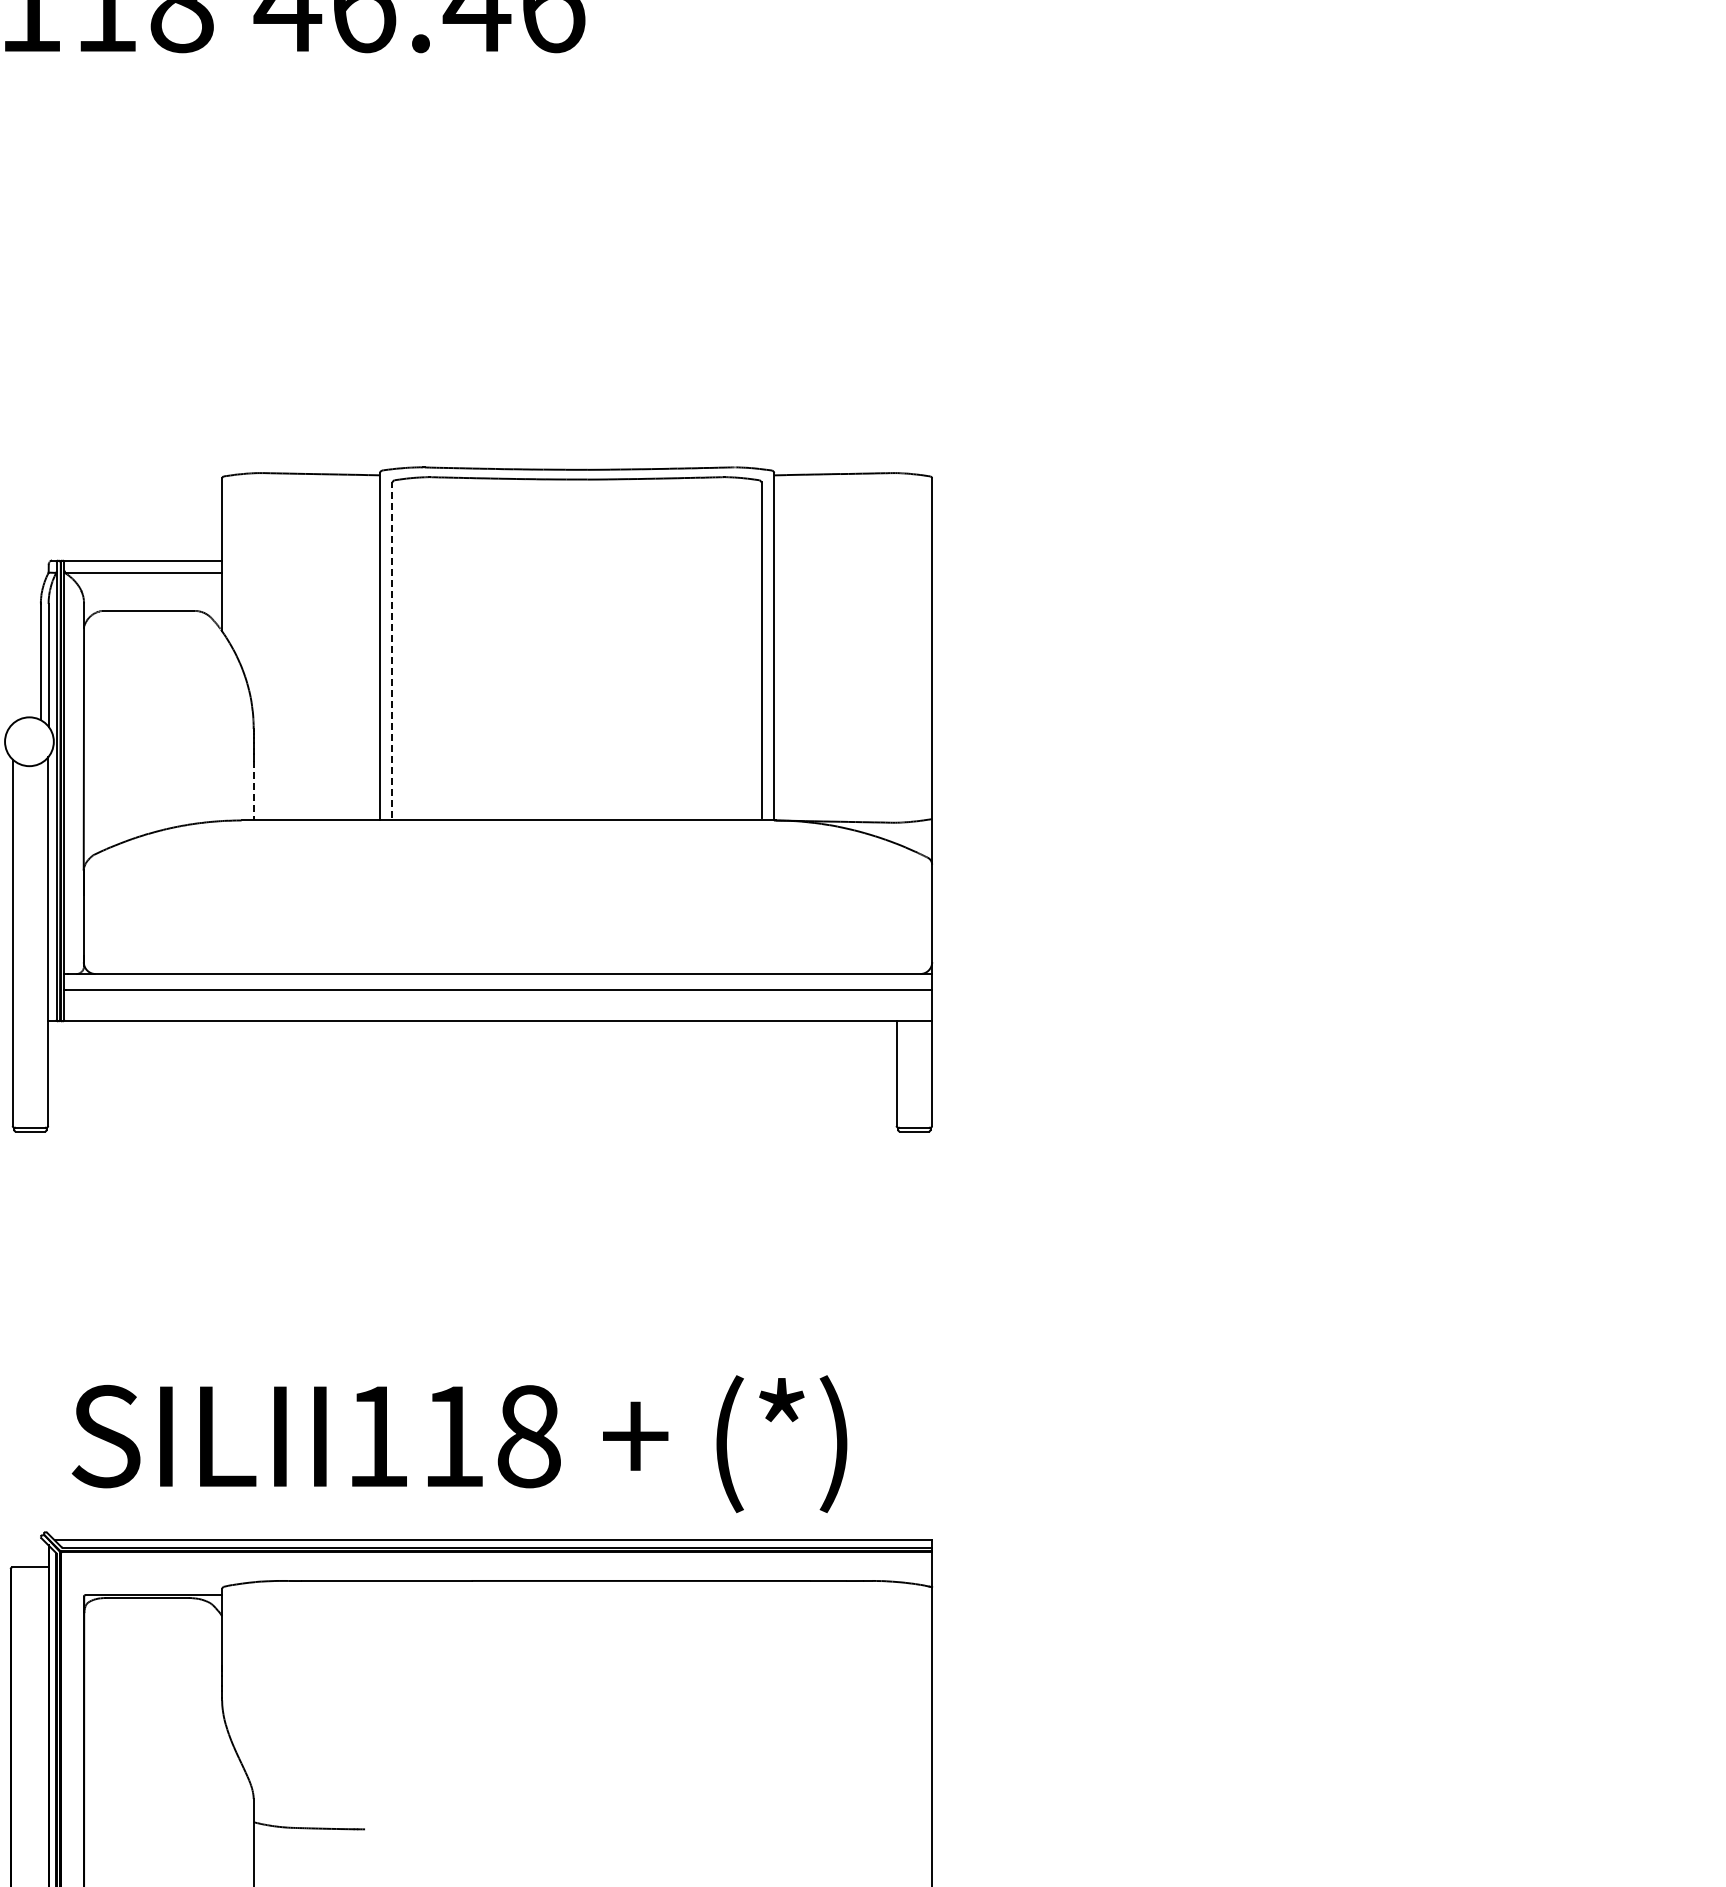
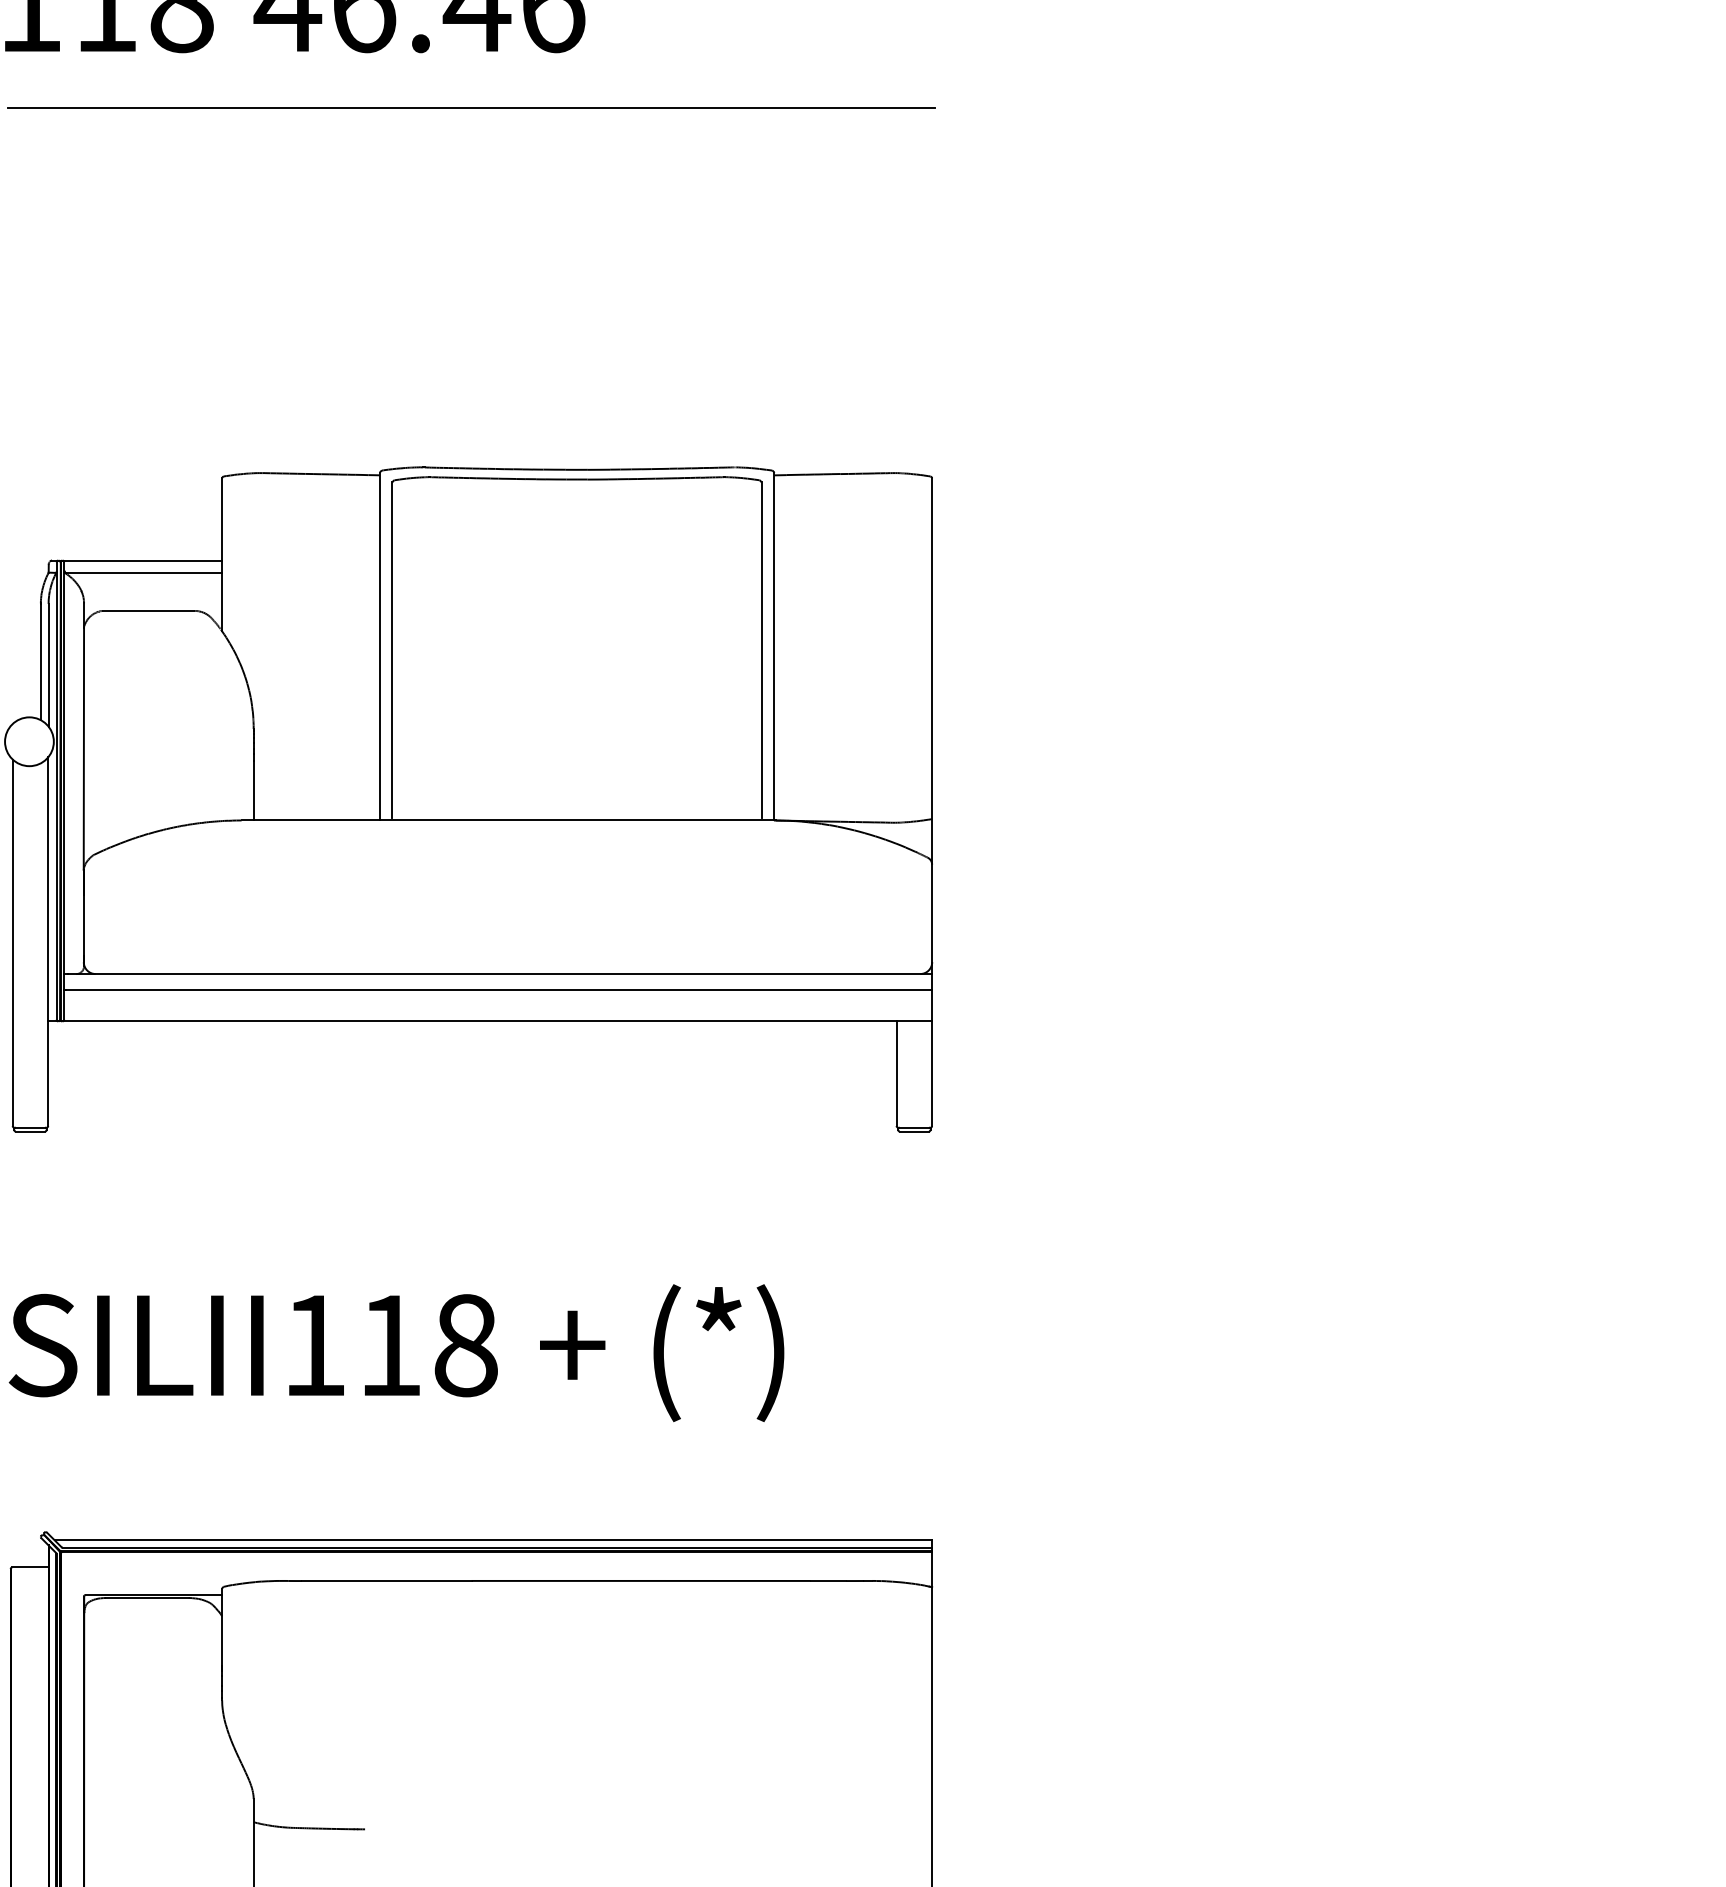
line at (471, 108): none -> present
line at (392, 650): dashed -> solid
line at (253, 790): dashed -> solid
text at (459, 1444) position: (459, 1444) -> (396, 1353)
